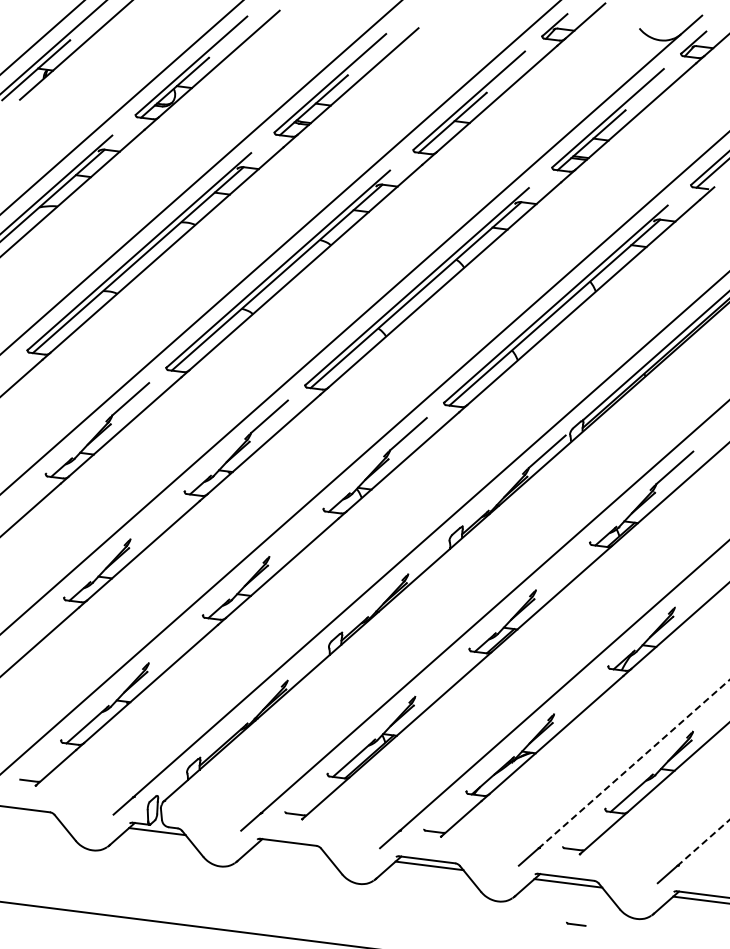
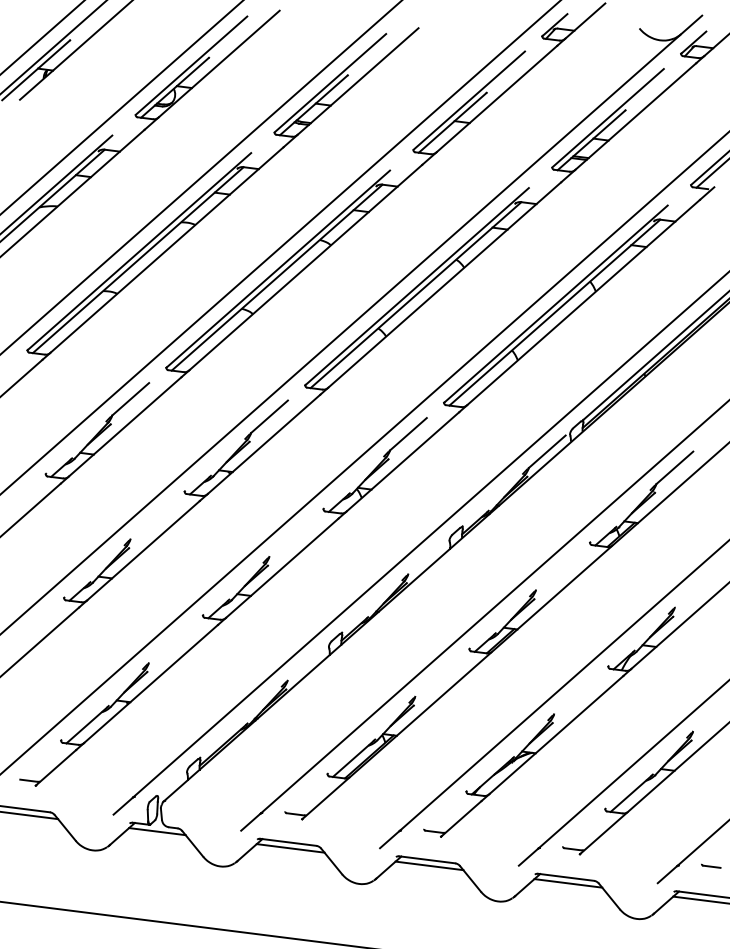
line at (634, 764): dashed -> solid
line at (30, 815): none -> present
line at (703, 843): dashed -> solid
line at (290, 848): none -> present
line at (576, 923) position: (576, 923) -> (711, 865)
